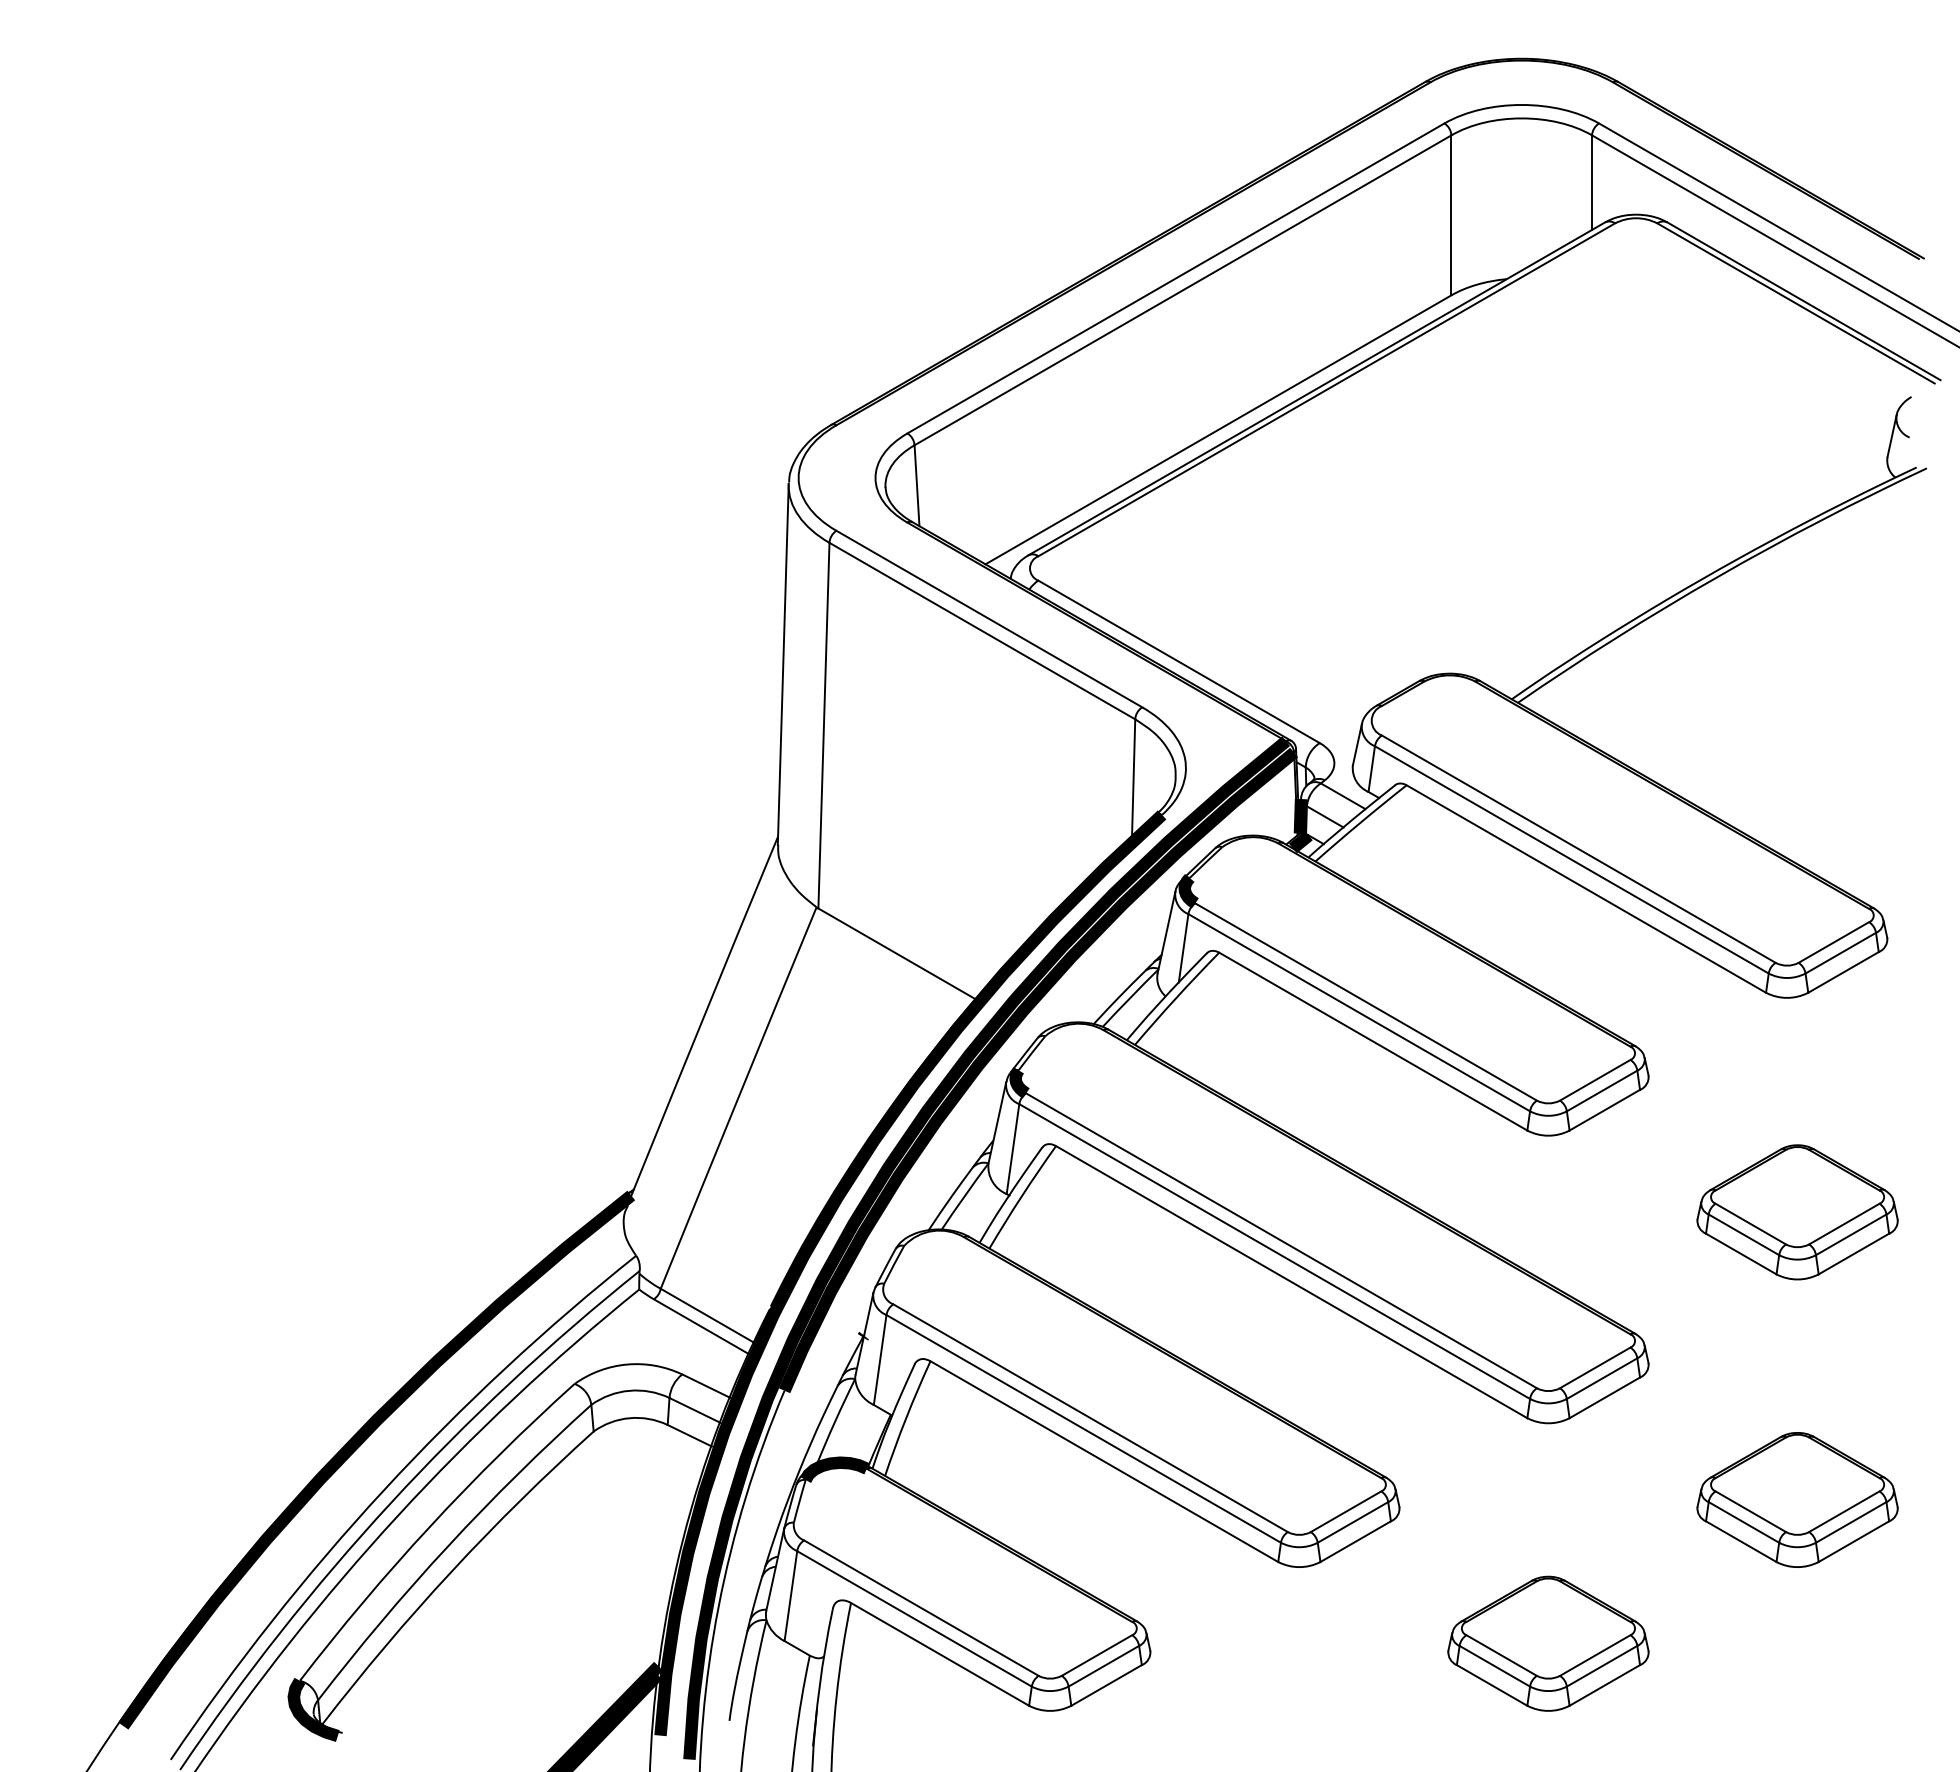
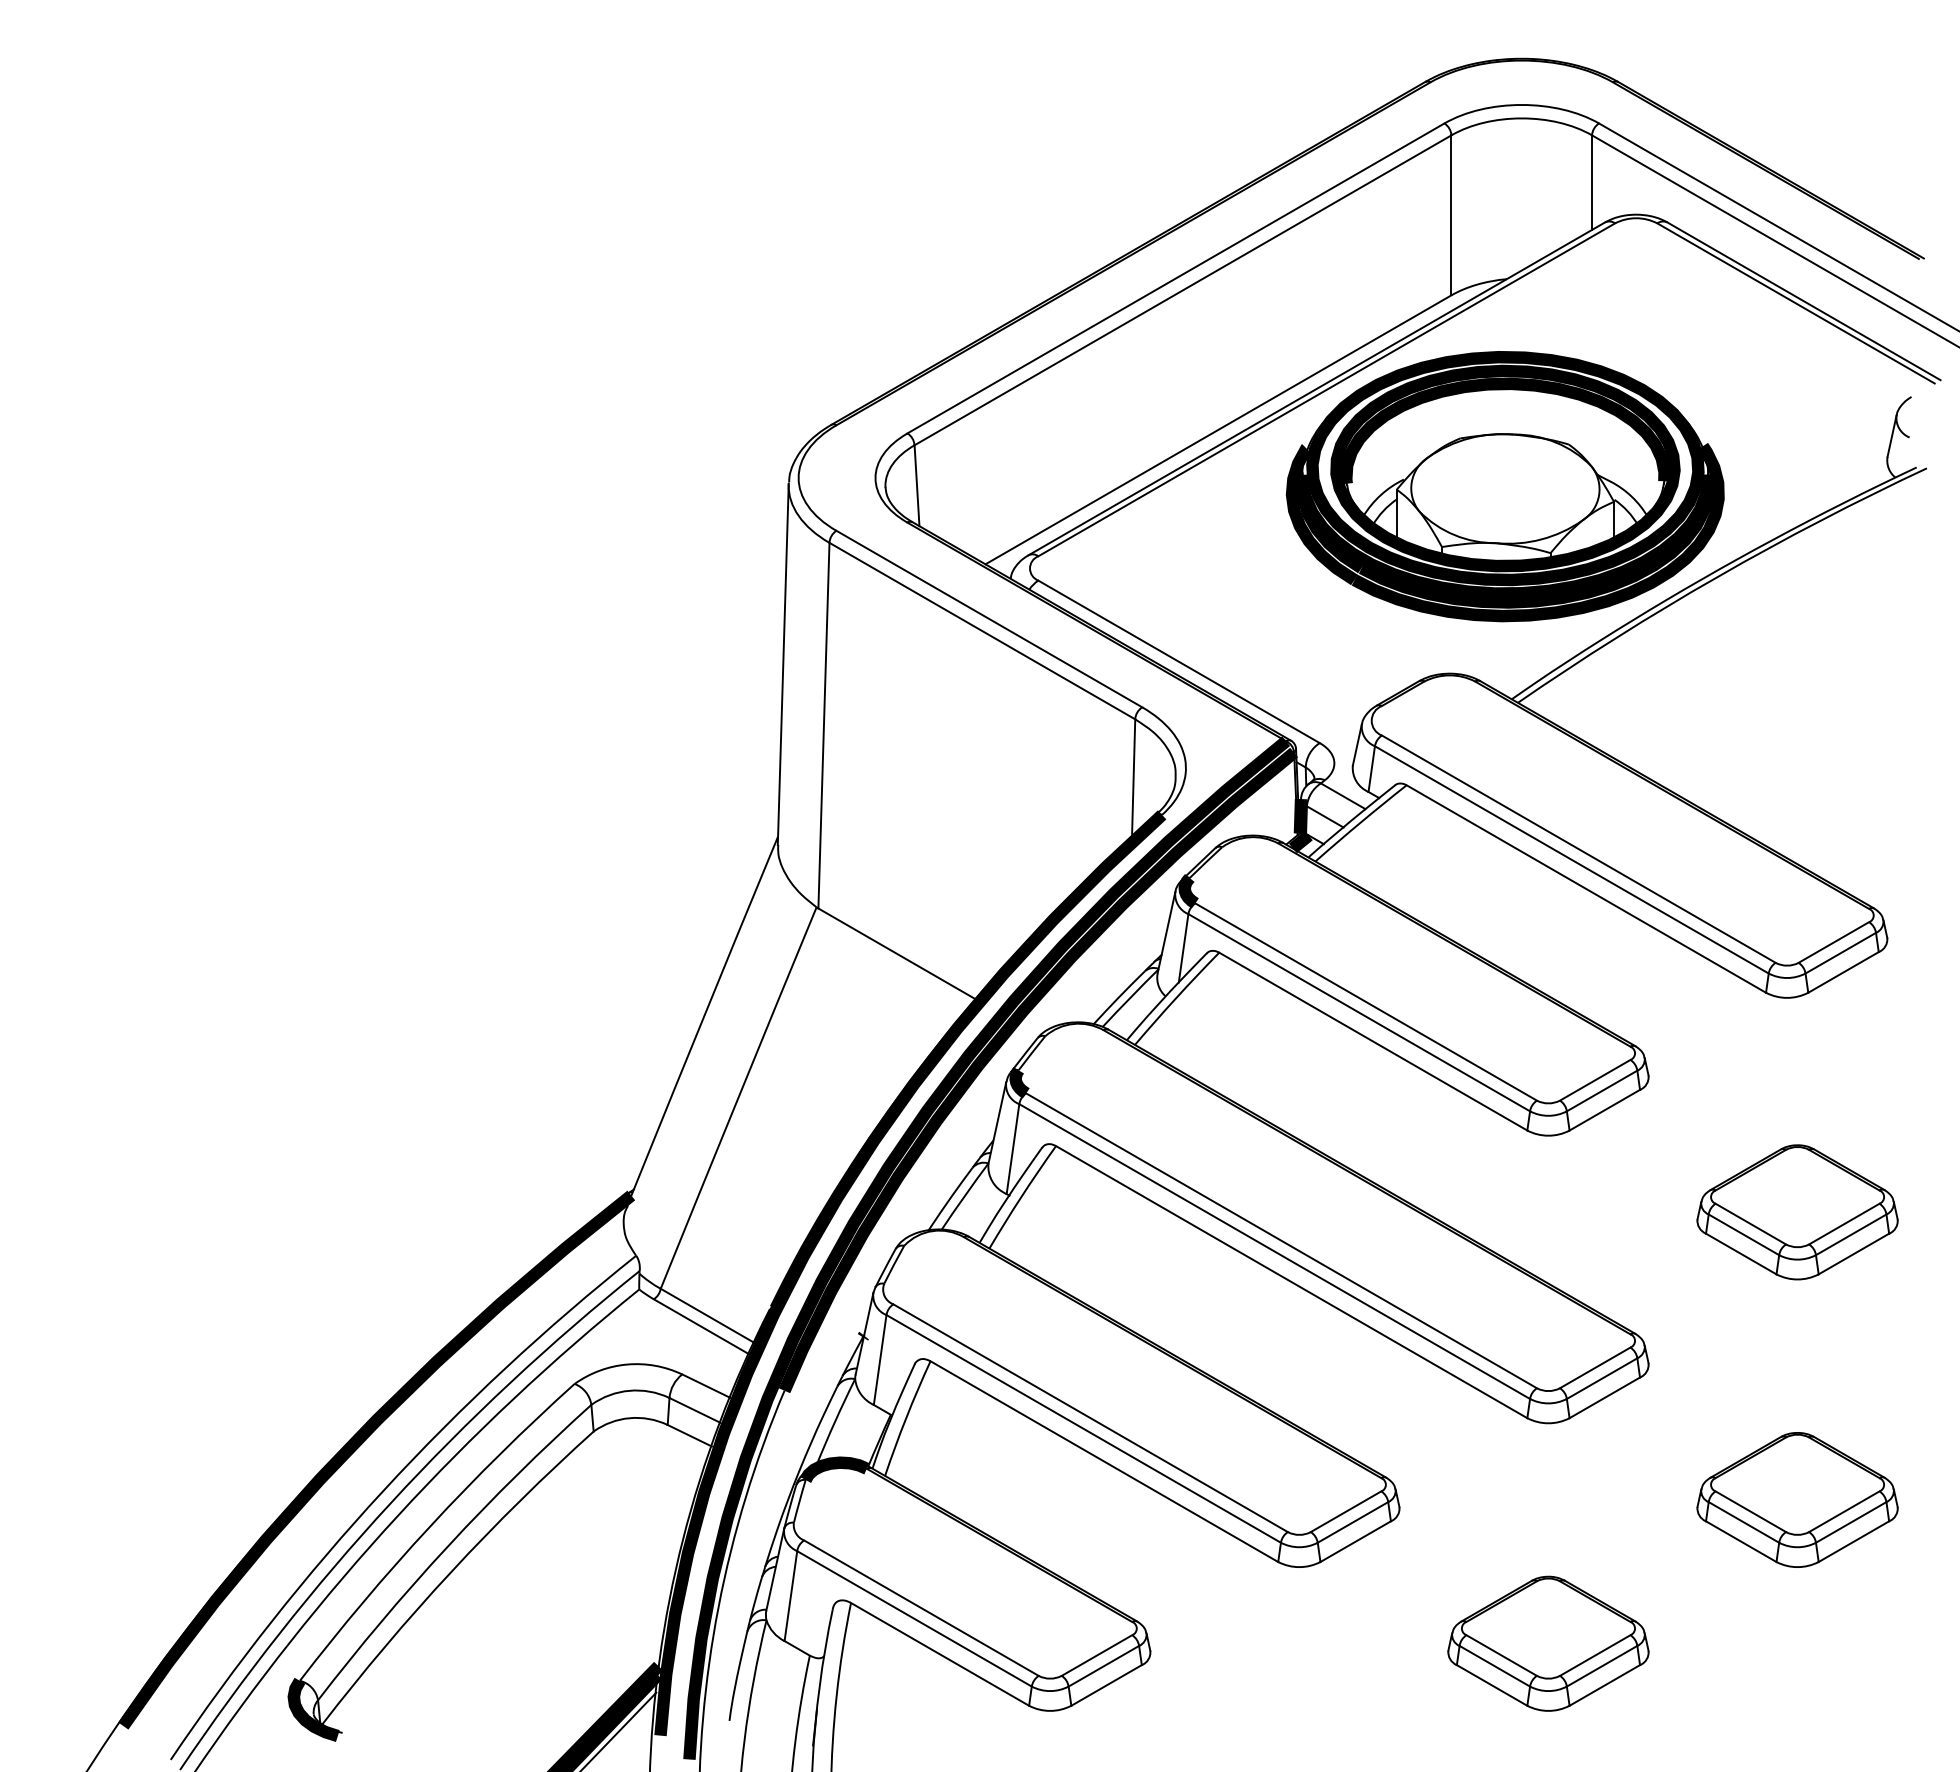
part at (1504, 486): none -> present
line at (619, 1730): none -> present
